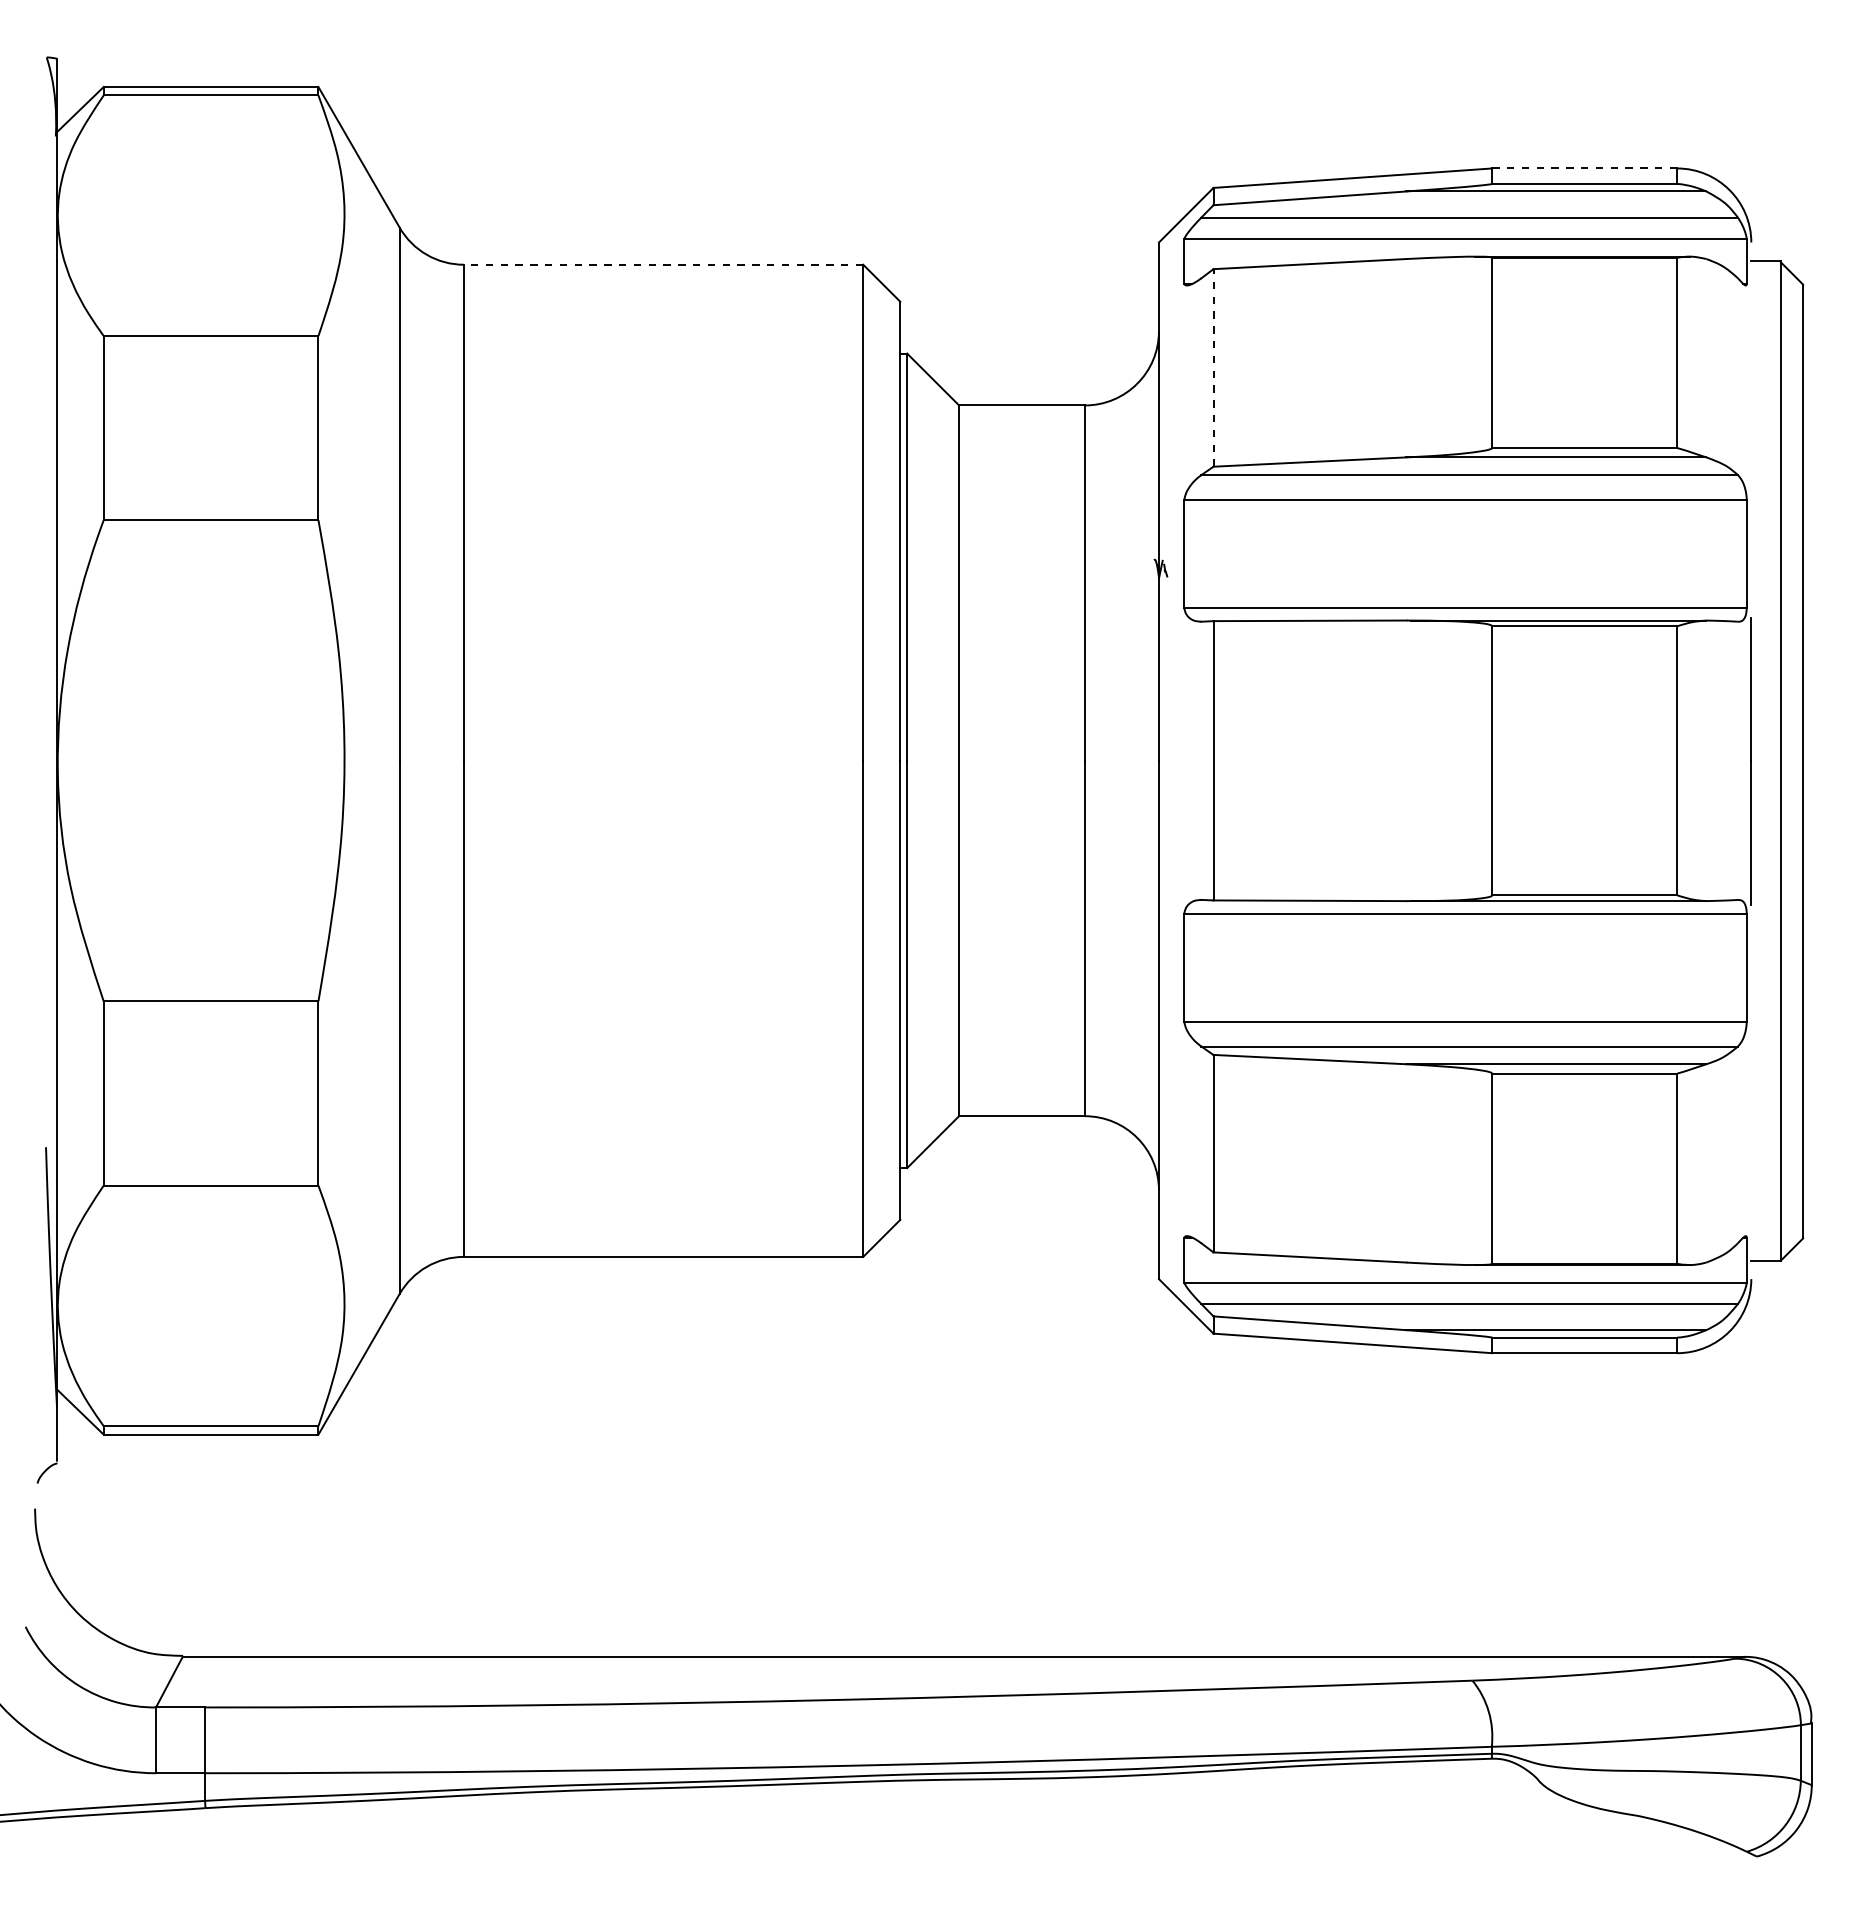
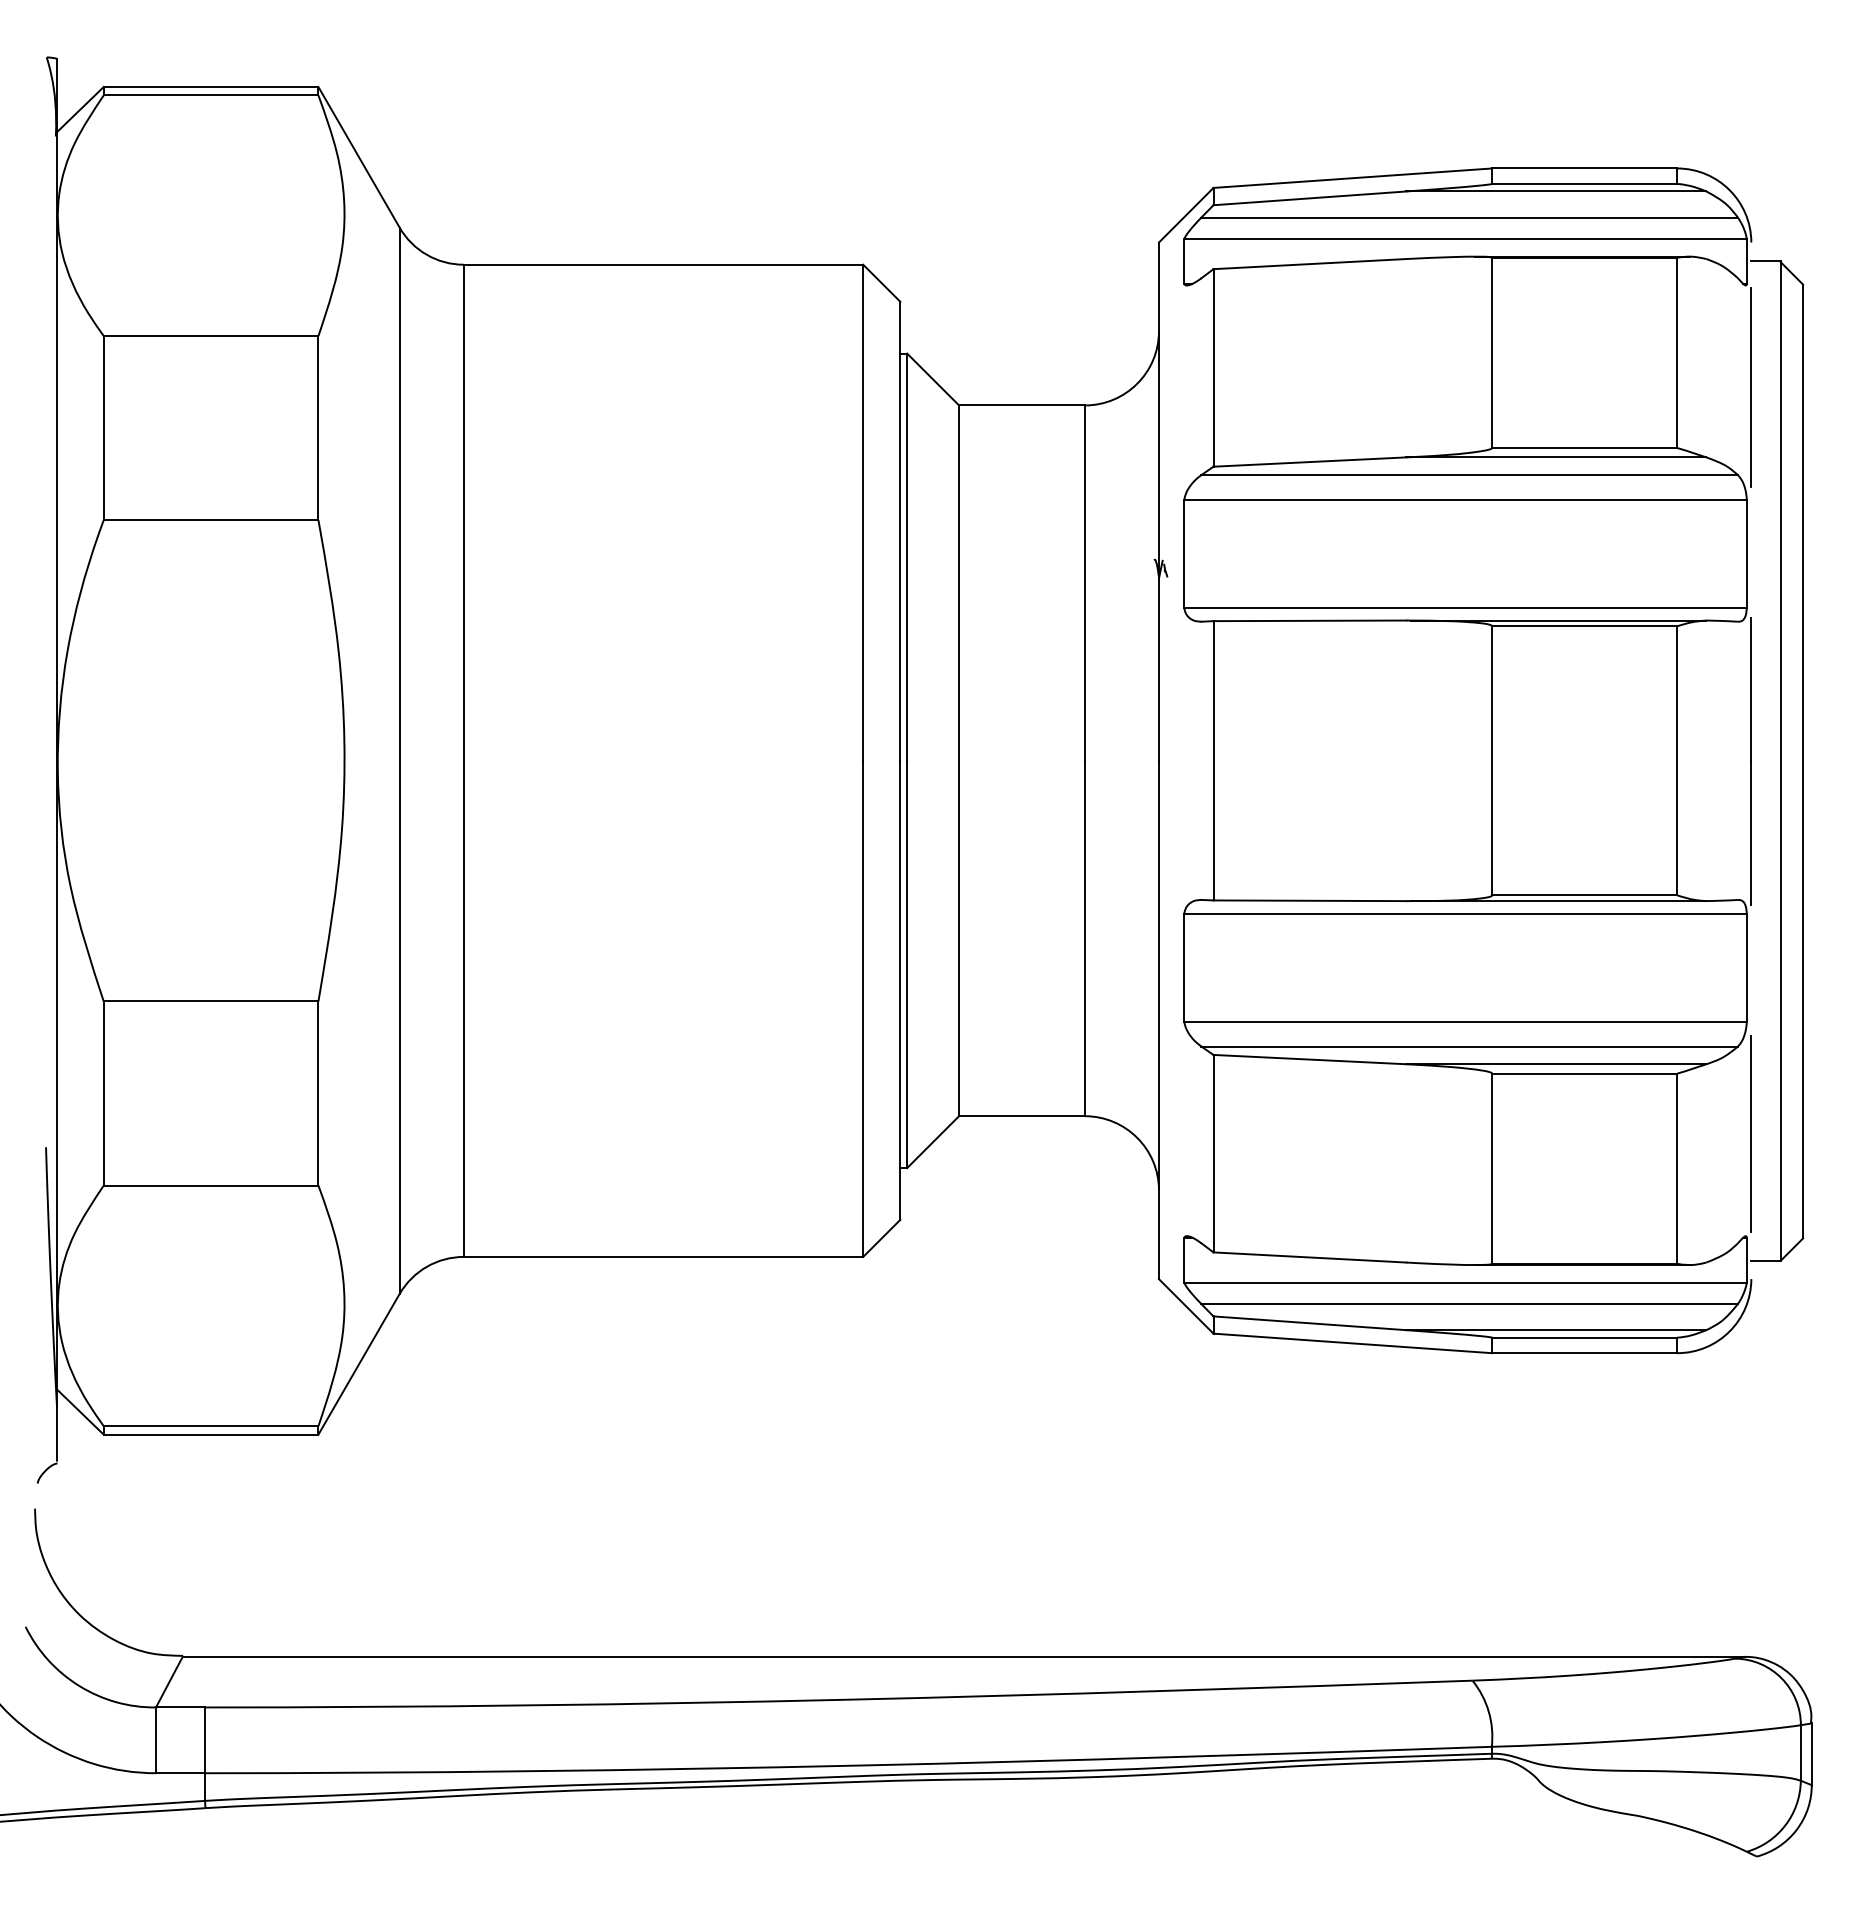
line at (1584, 168): dashed -> solid
line at (663, 264): dashed -> solid
line at (1213, 367): dashed -> solid
line at (1751, 387): none -> present
line at (1751, 1134): none -> present
